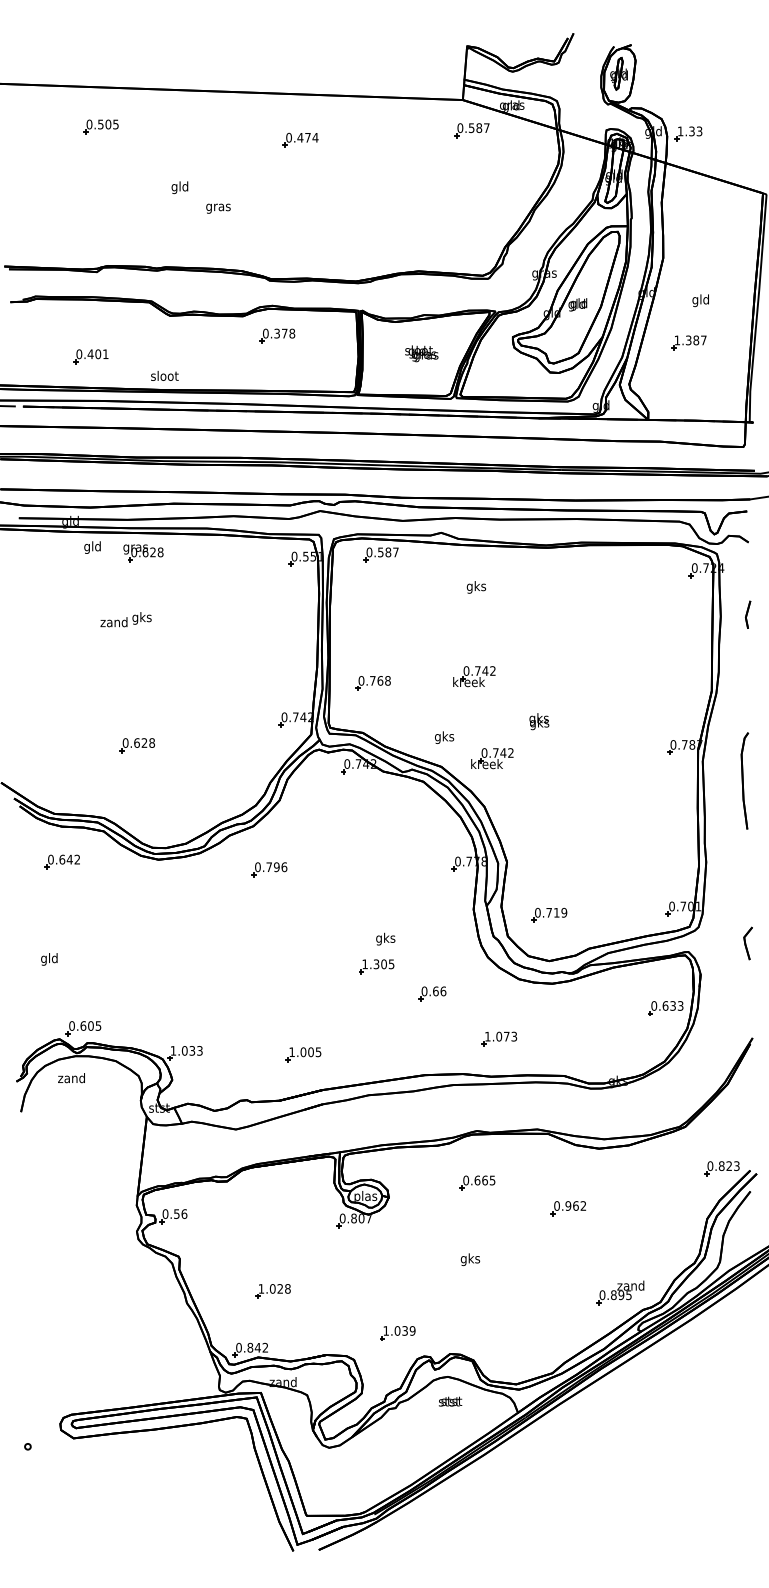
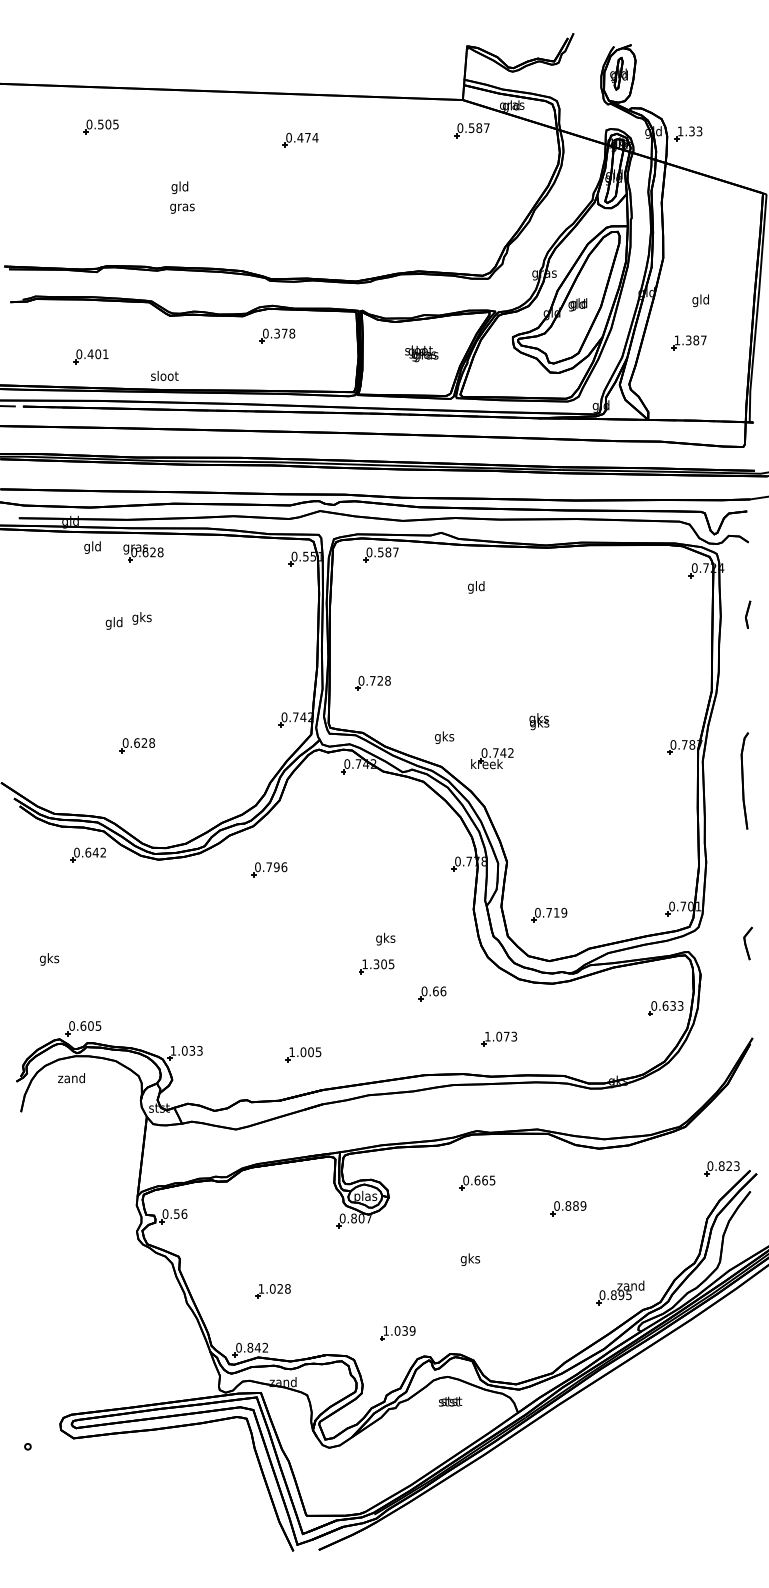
text at (218, 208) position: (218, 208) -> (182, 208)
text at (476, 587): gks -> gld
text at (113, 623): zand -> gld
part at (474, 676): present -> none
text at (380, 680): 0.768 -> 0.728
part at (61, 861) position: (61, 861) -> (87, 854)
text at (49, 959): gld -> gks
text at (575, 1205): 0.962 -> 0.889
